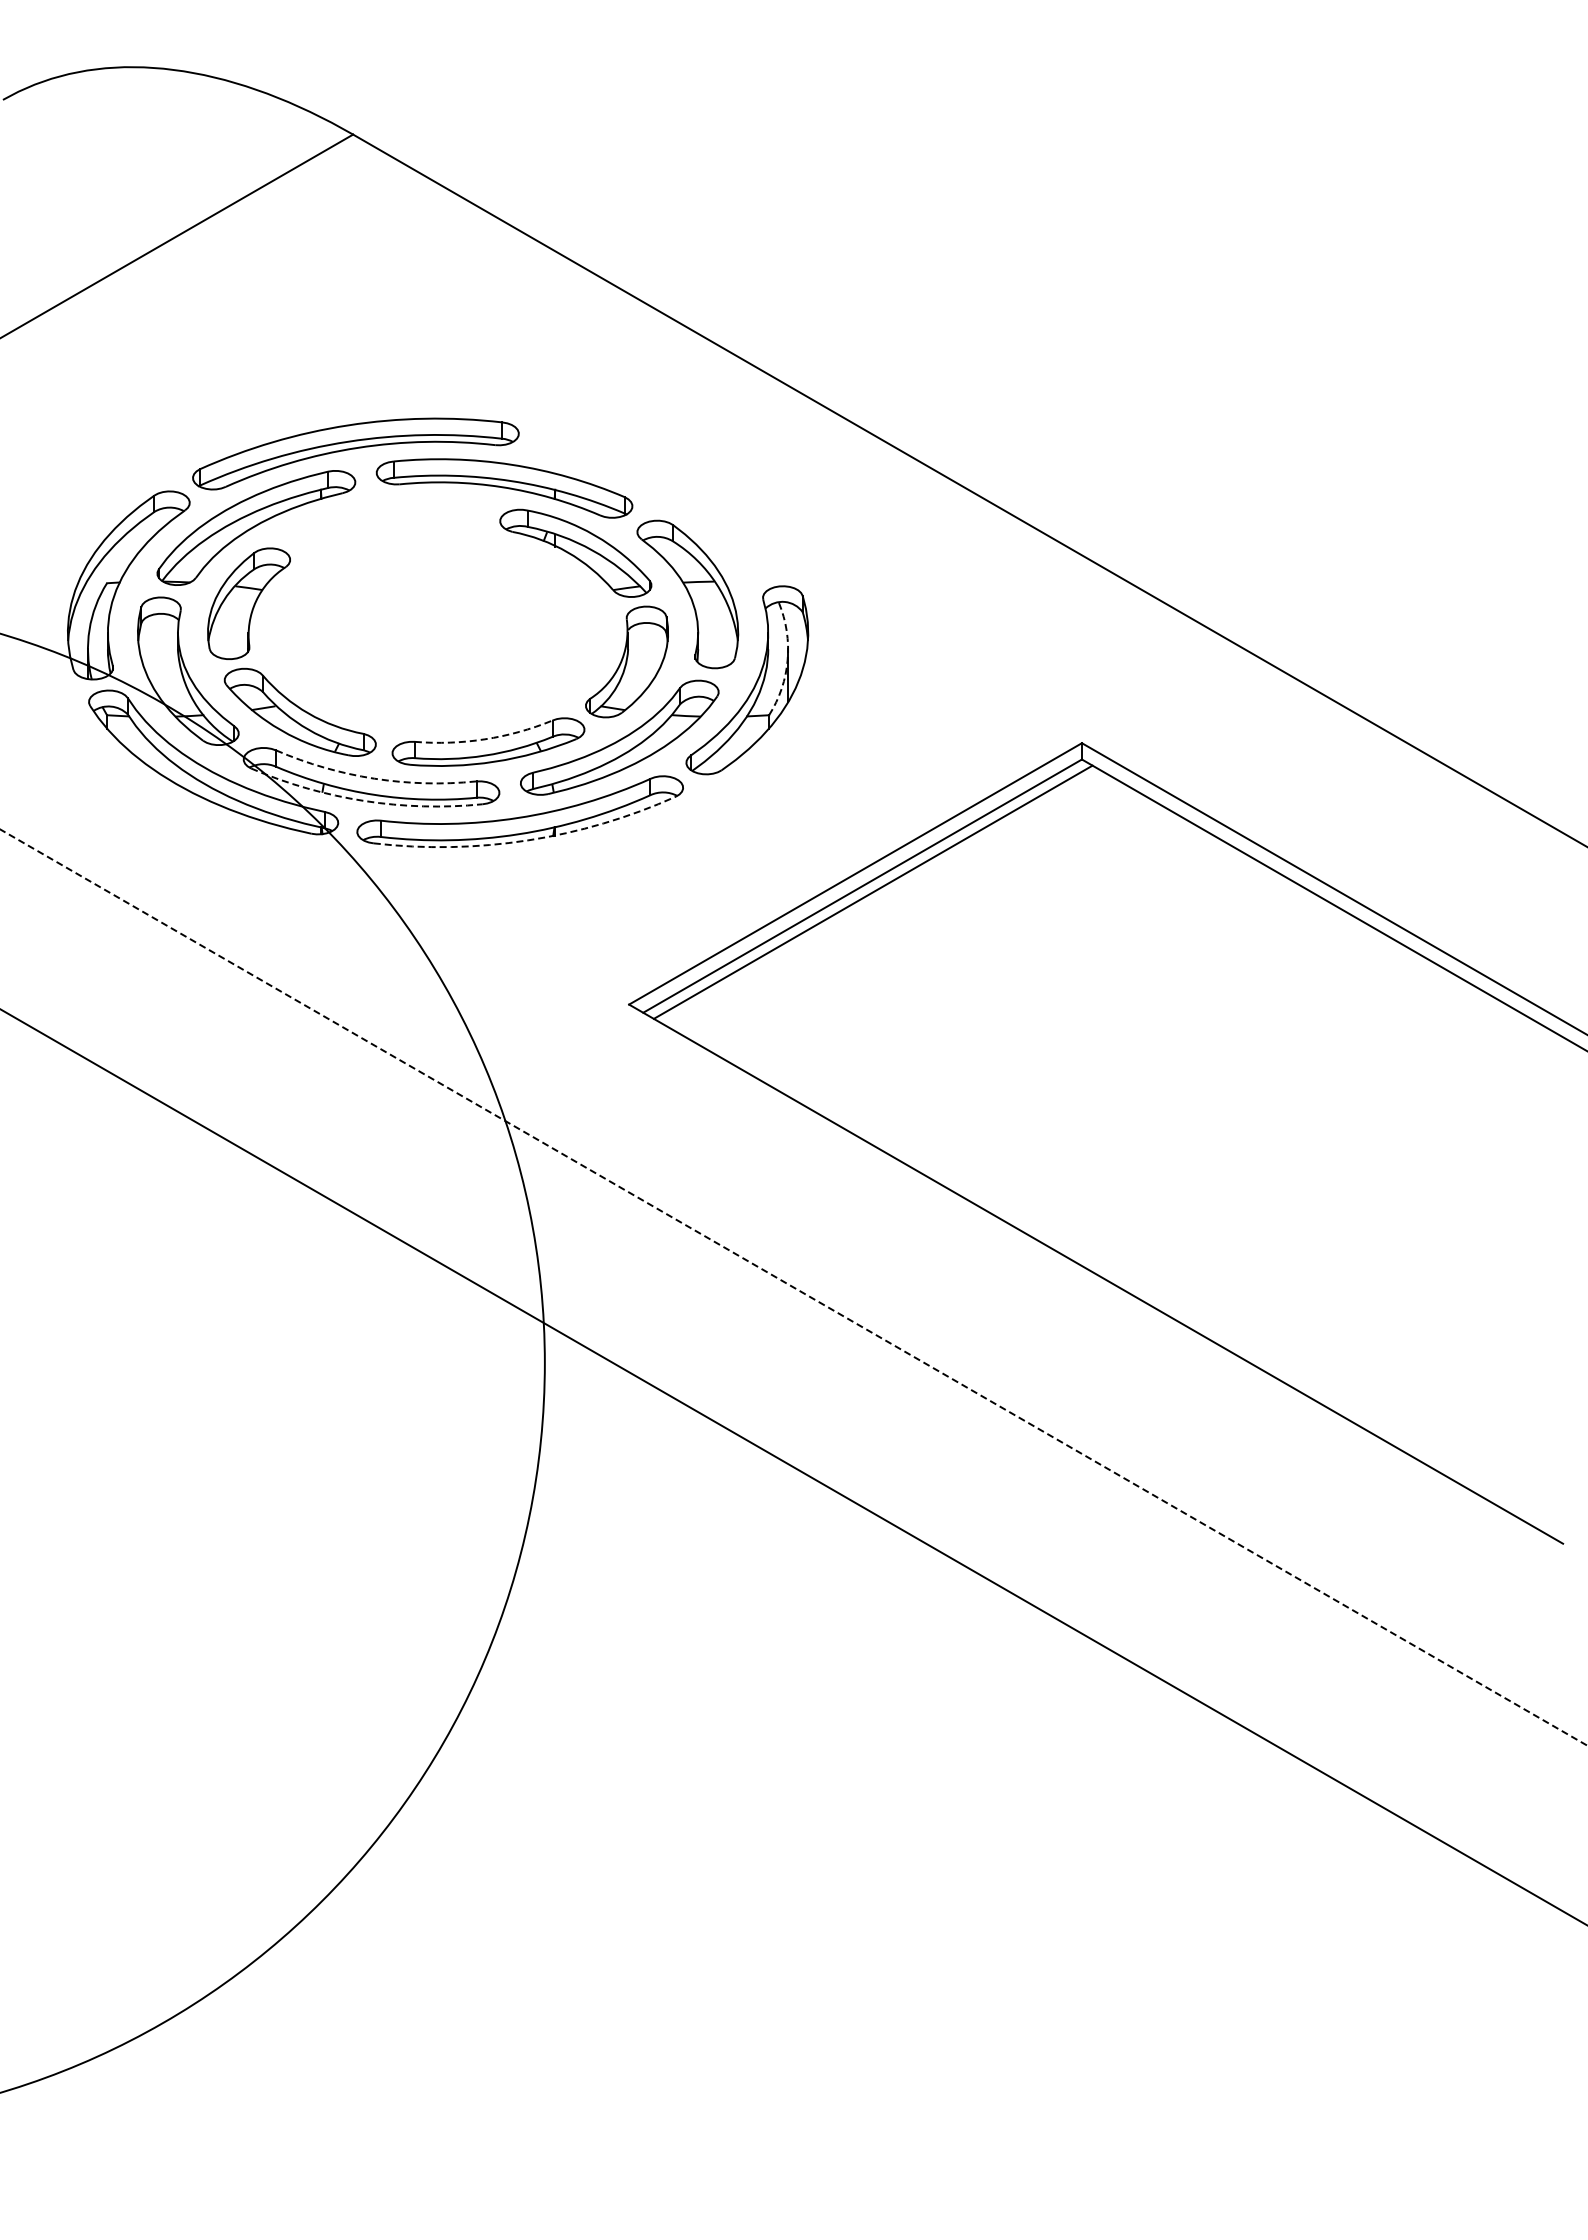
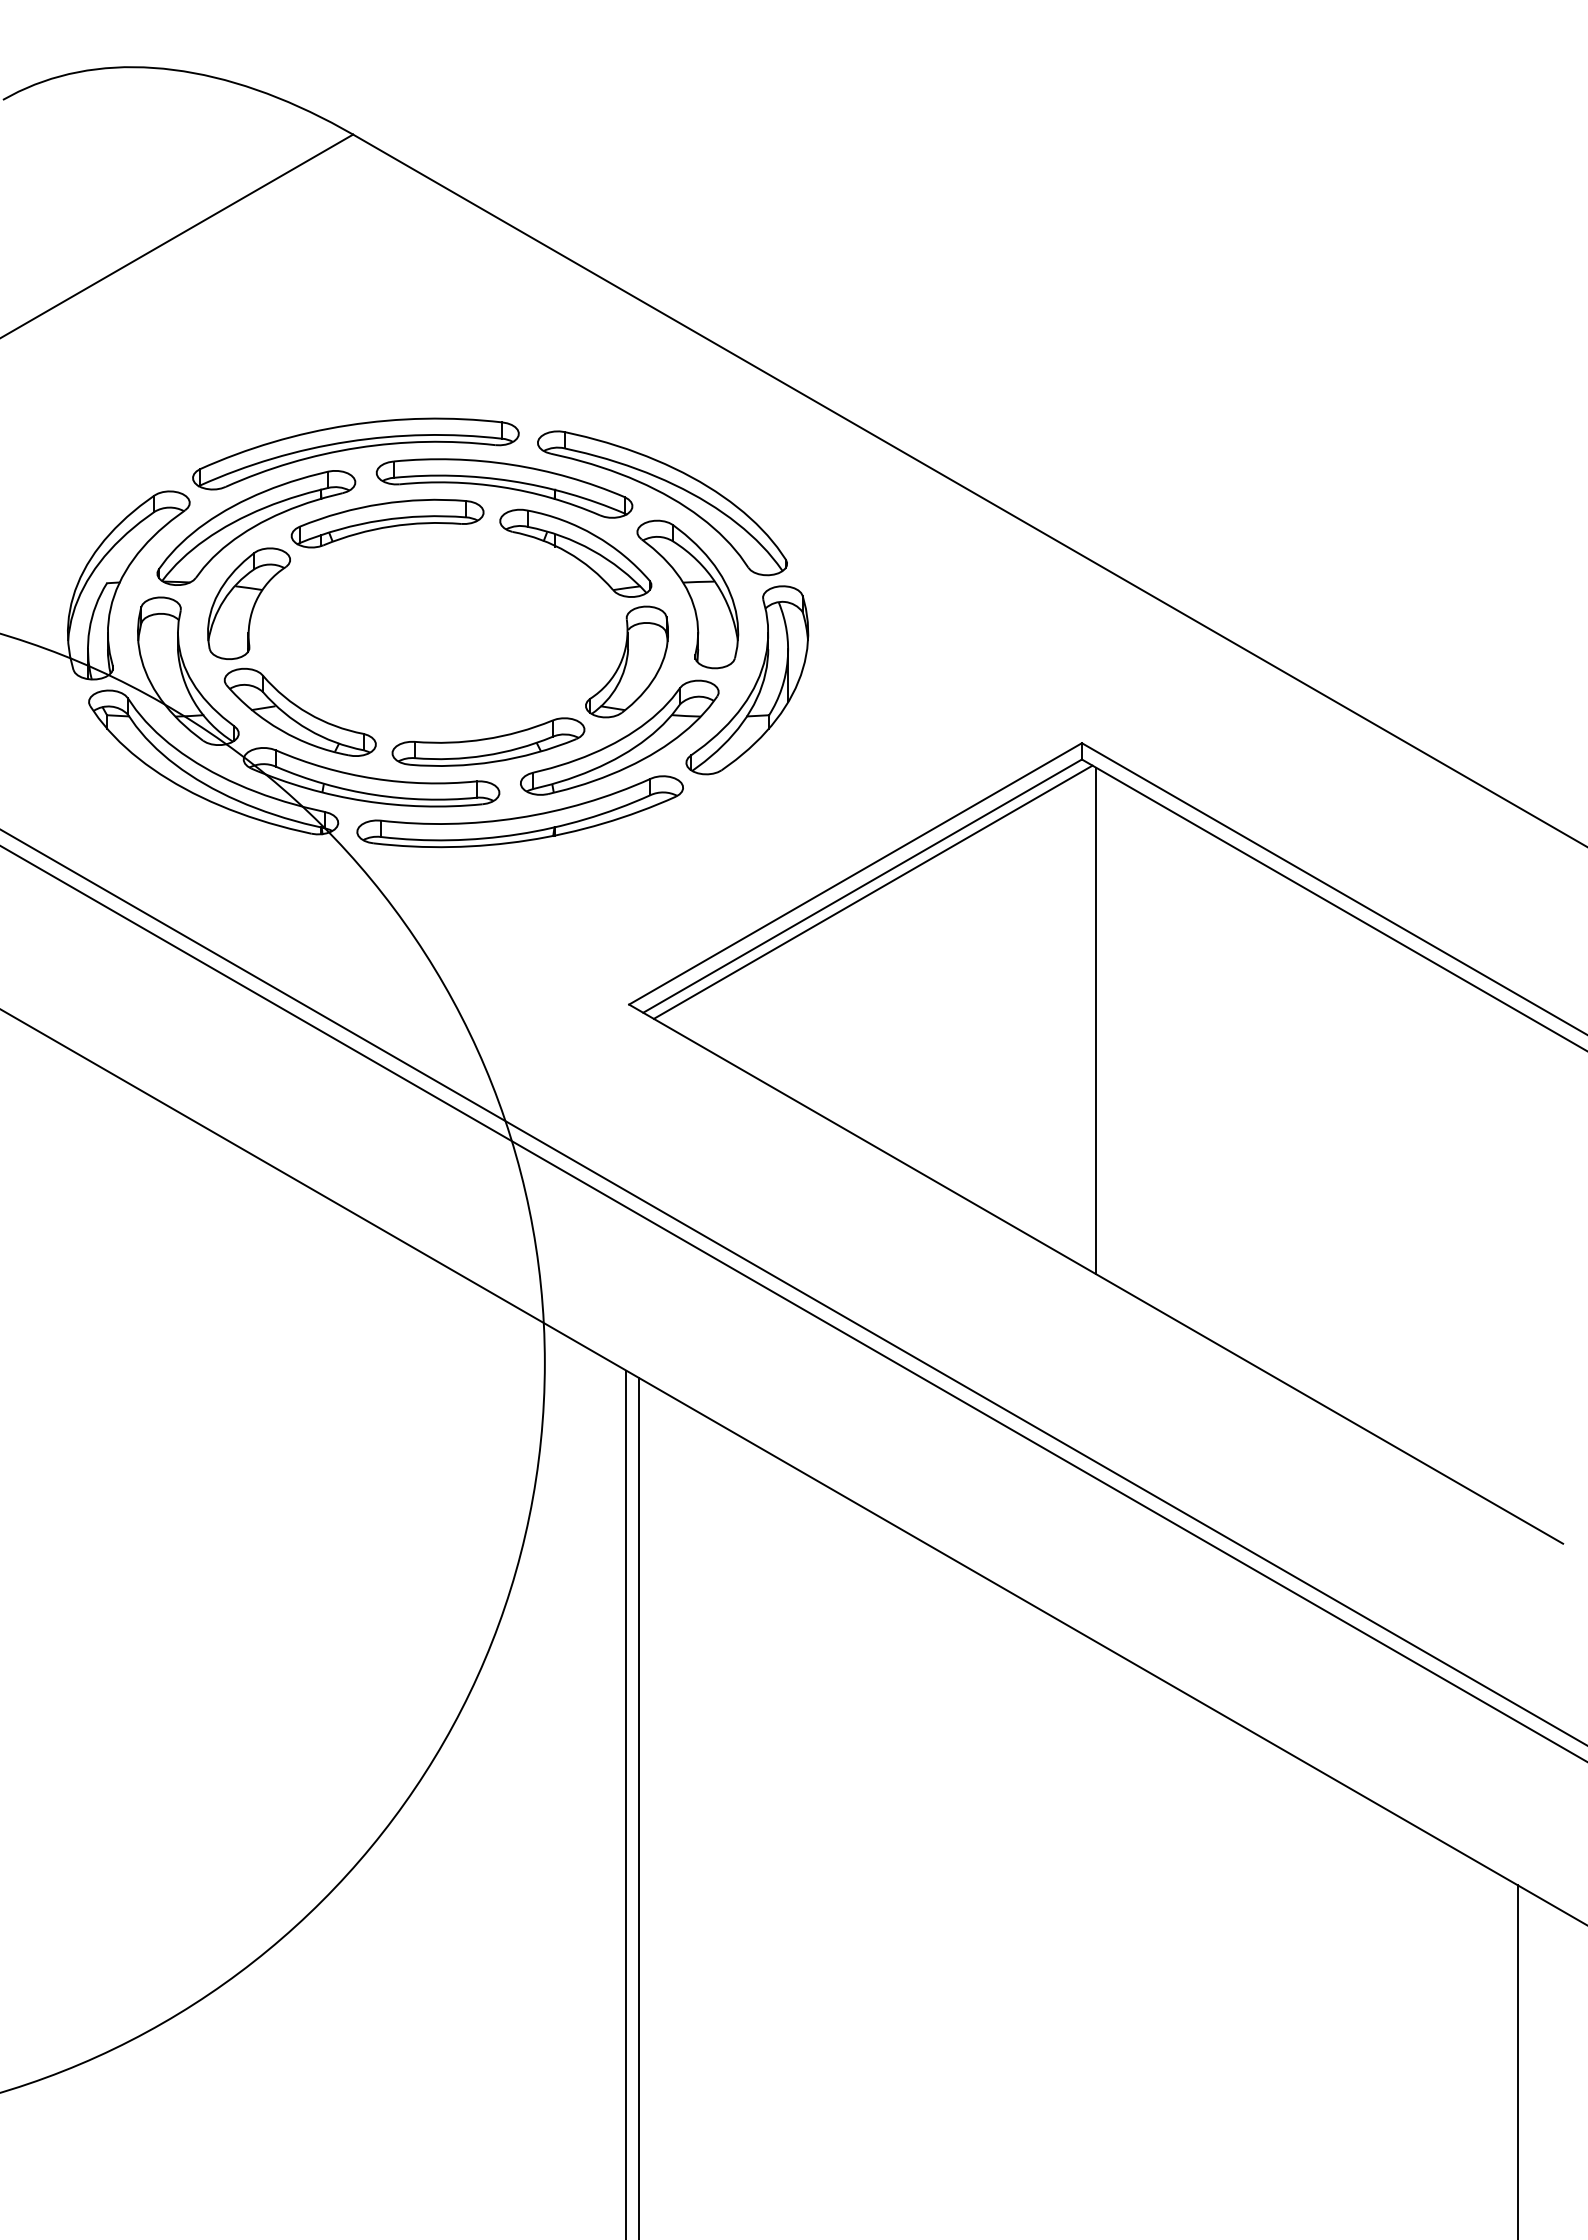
part at (666, 496): none -> present
part at (387, 523): none -> present
arc at (787, 660): dashed -> solid
arc at (484, 739): dashed -> solid
arc at (374, 778): dashed -> solid
arc at (364, 801): dashed -> solid
arc at (528, 840): dashed -> solid
line at (1096, 1020): none -> present
line at (793, 1287): dashed -> solid
line at (793, 1303): none -> present
line at (626, 1803): none -> present
line at (639, 1807): none -> present
line at (1517, 2060): none -> present
